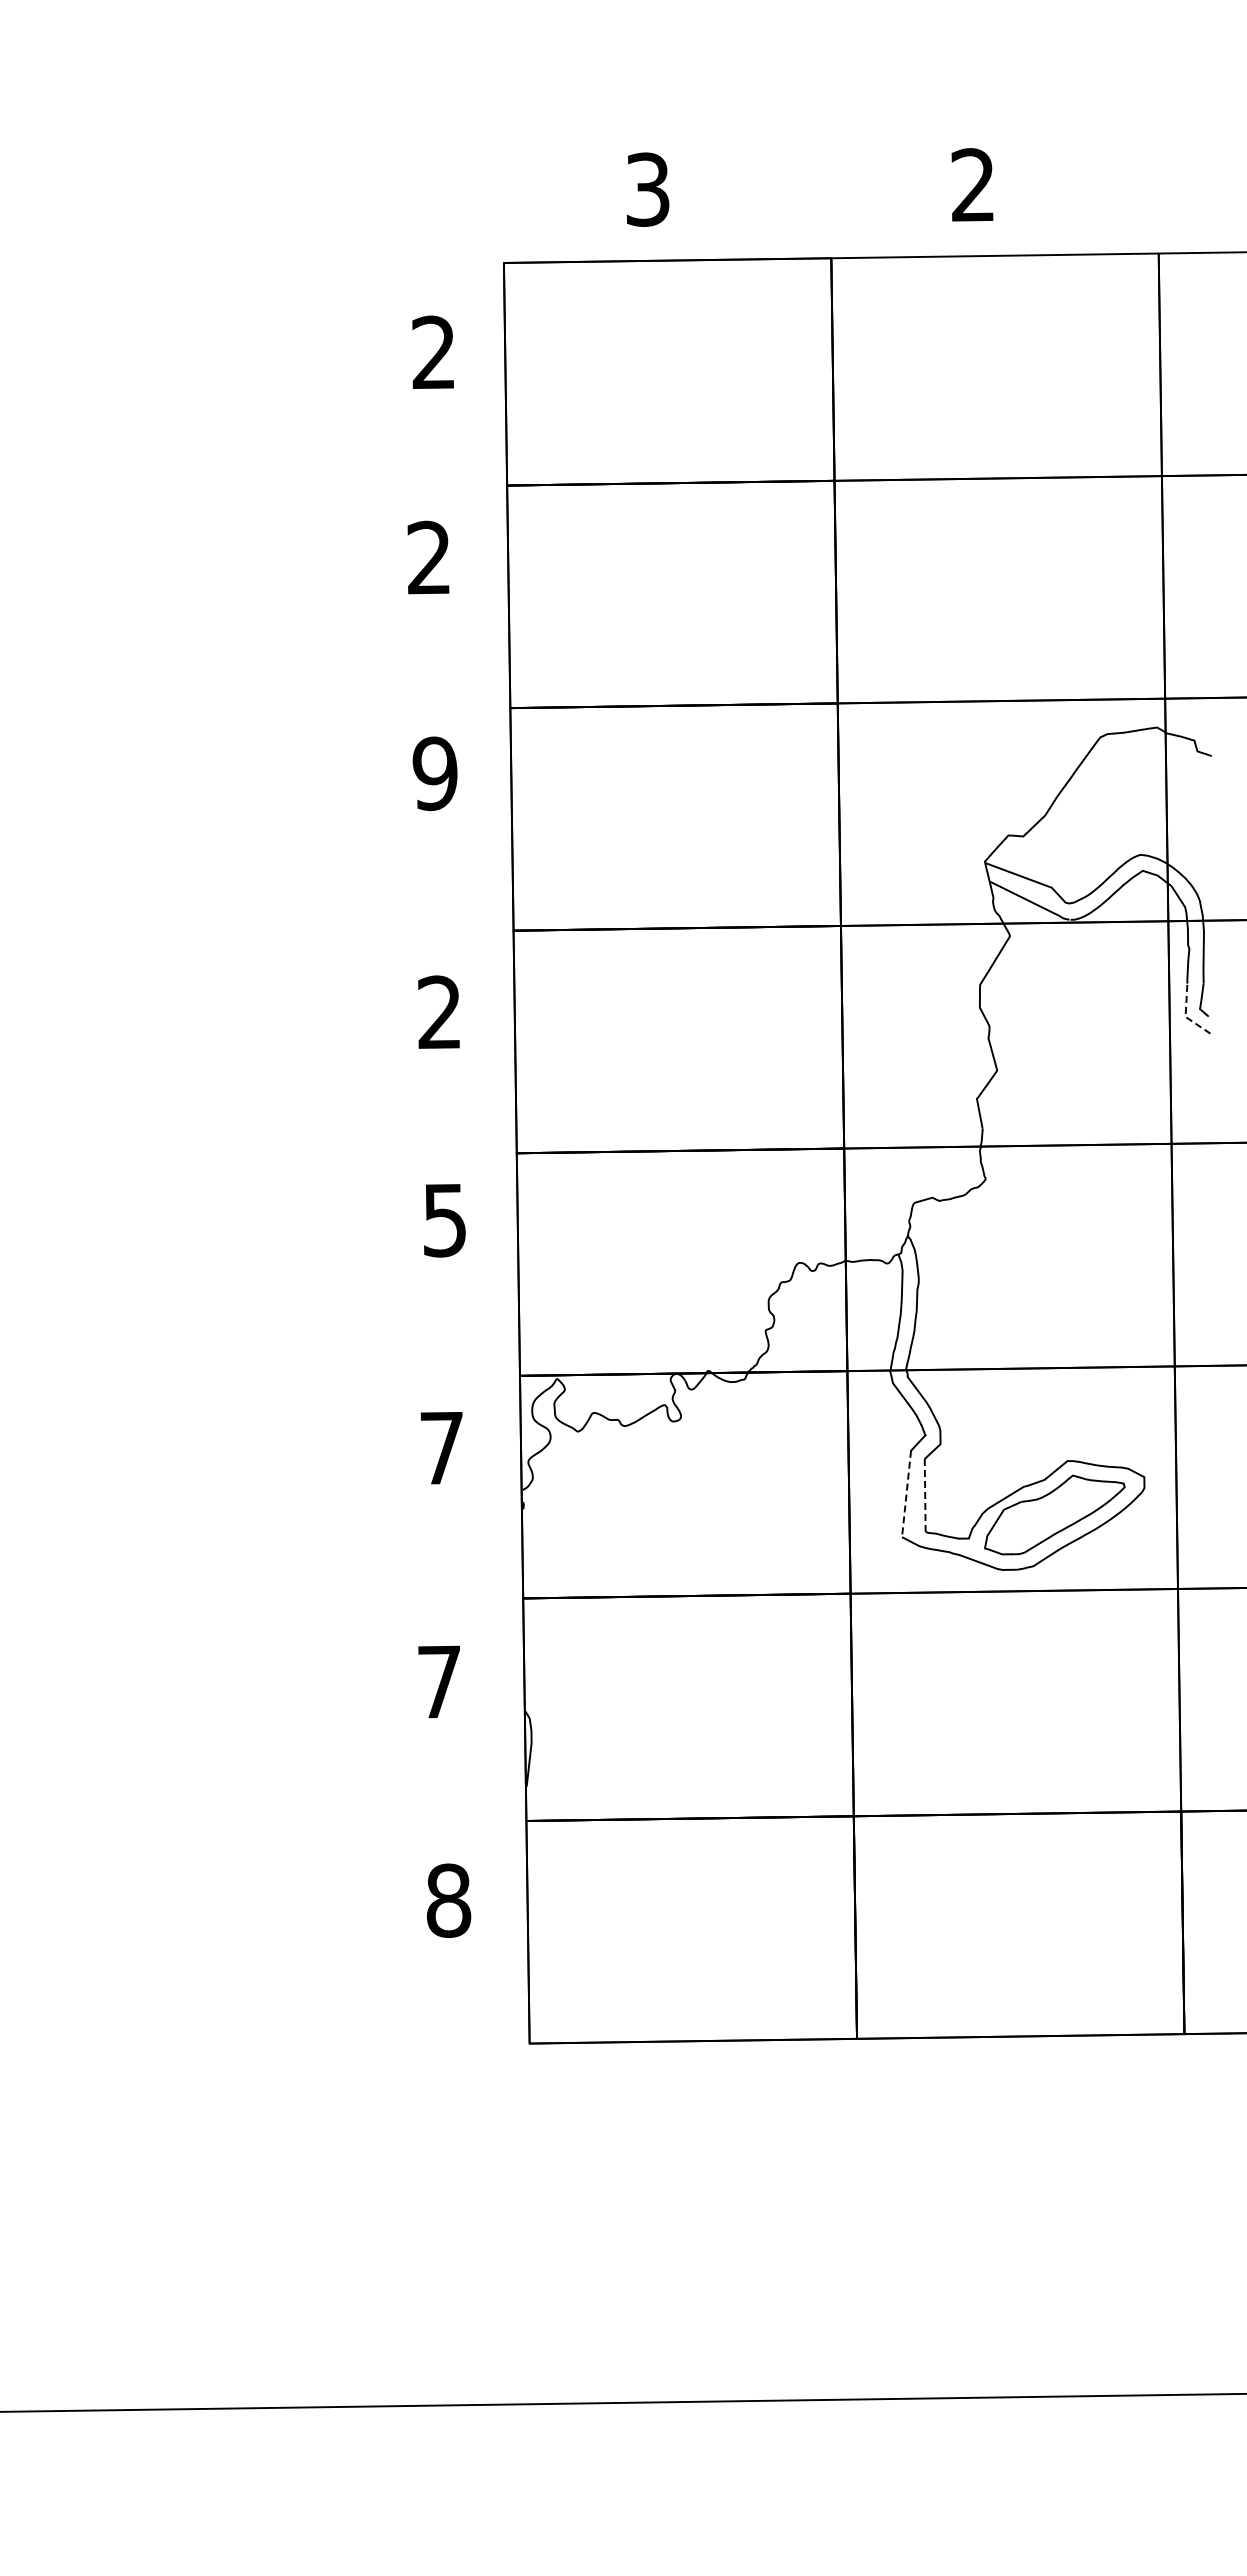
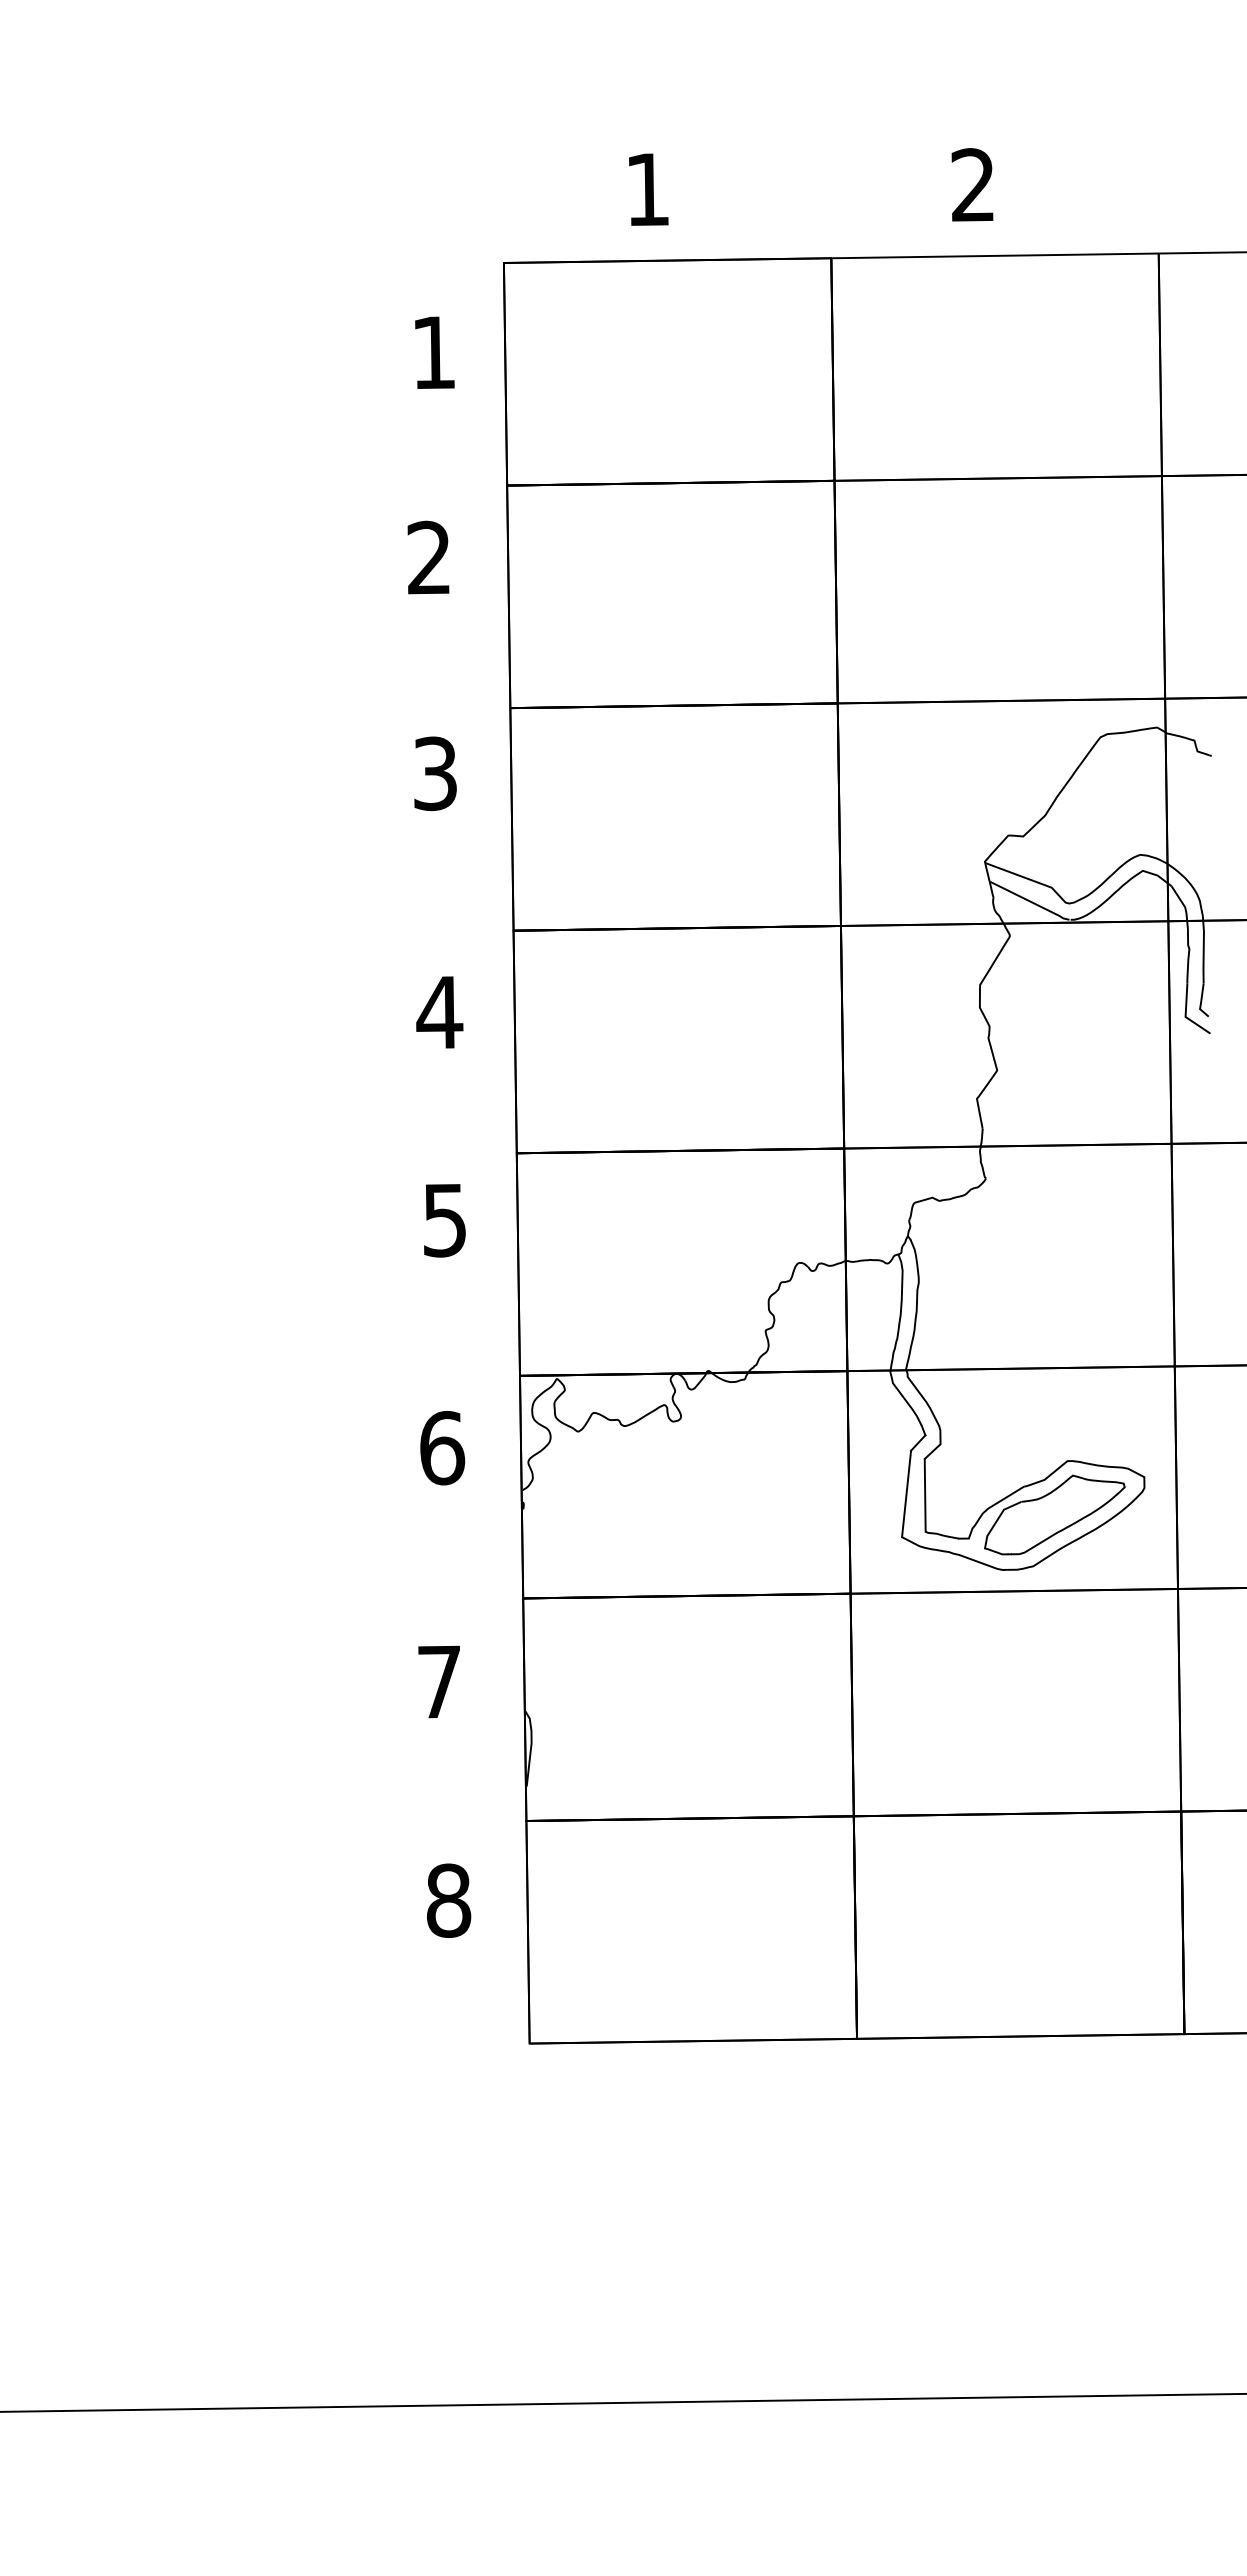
text at (648, 189): 3 -> 1
text at (433, 351): 2 -> 1
text at (434, 773): 9 -> 3
text at (439, 1011): 2 -> 4
line at (1185, 1014): dashed -> solid
text at (442, 1447): 7 -> 6
line at (906, 1494): dashed -> solid
line at (925, 1495): dashed -> solid
